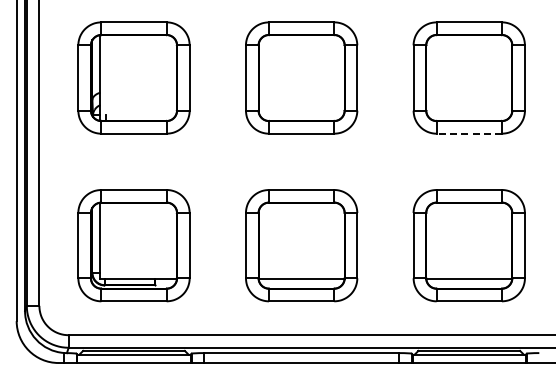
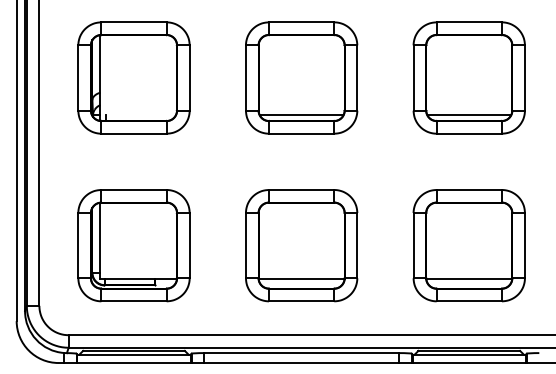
line at (301, 115): none -> present
line at (468, 115): none -> present
line at (469, 133): dashed -> solid
